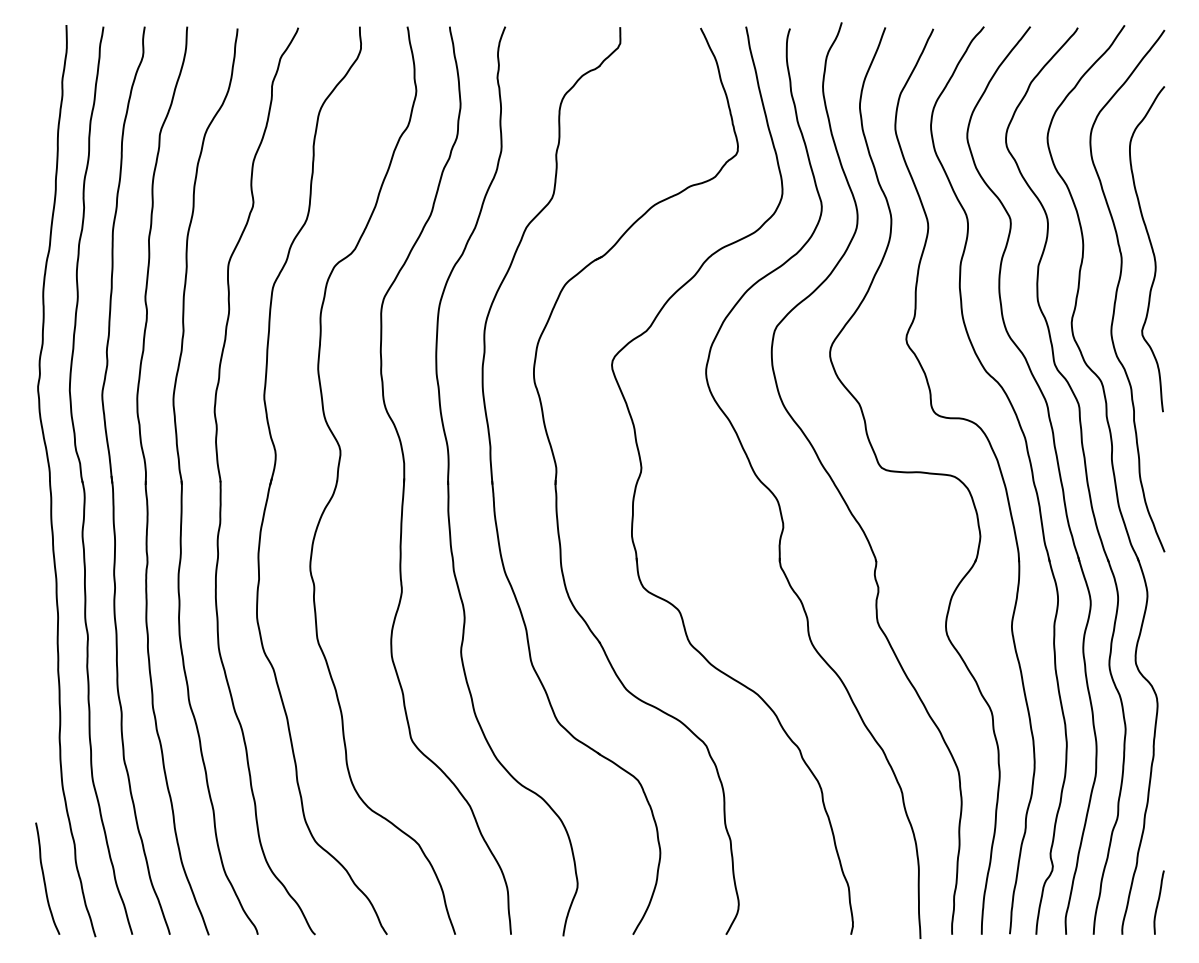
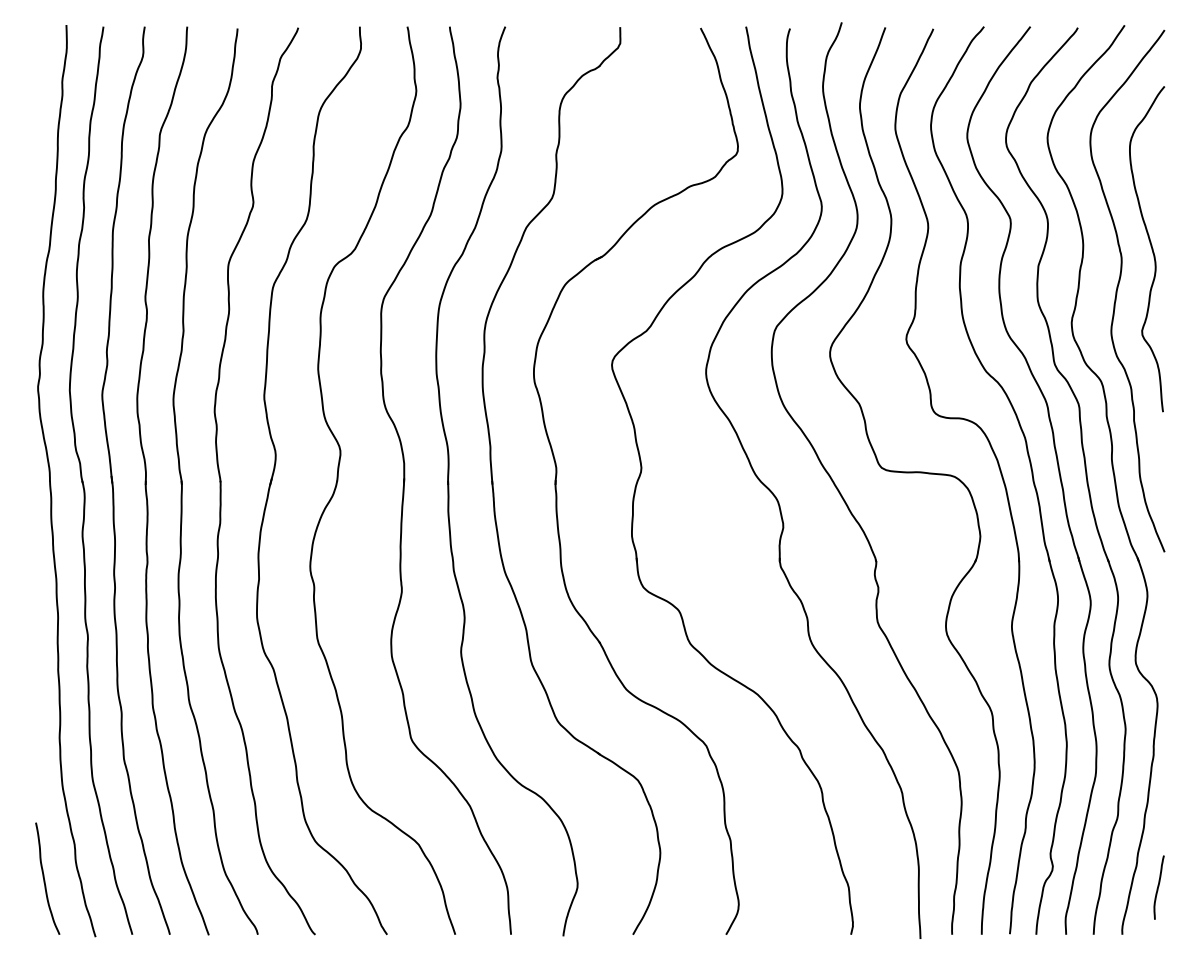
curve at (1158, 902) position: (1158, 902) -> (1158, 887)
